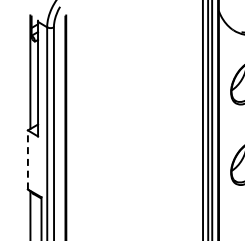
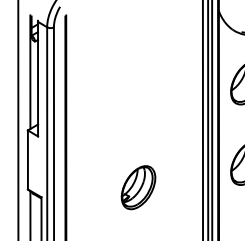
line at (18, 119): none -> present
line at (27, 159): dashed -> solid
part at (138, 187): none -> present
